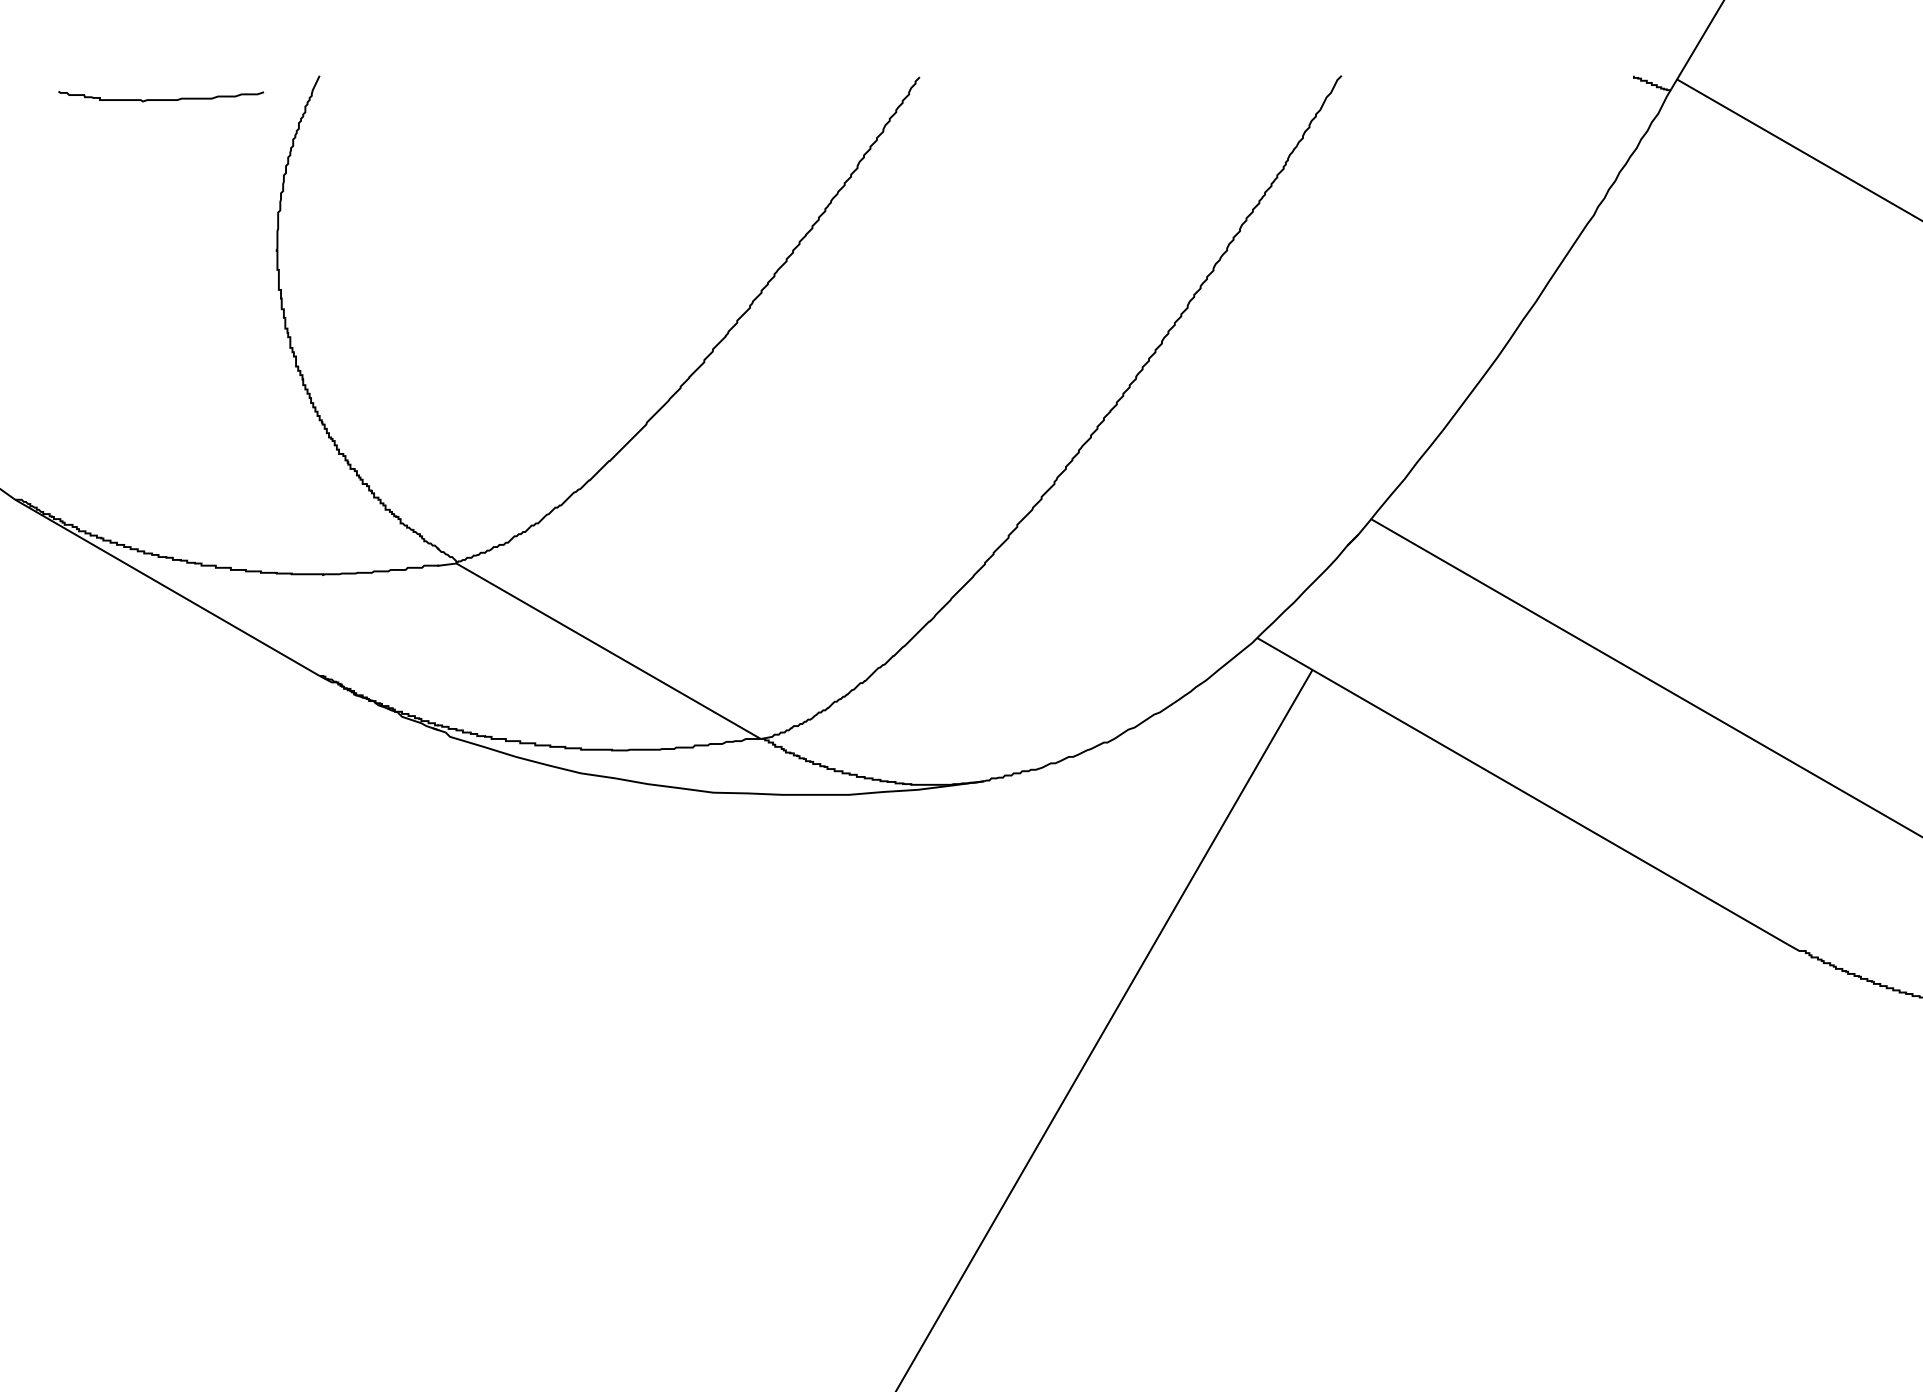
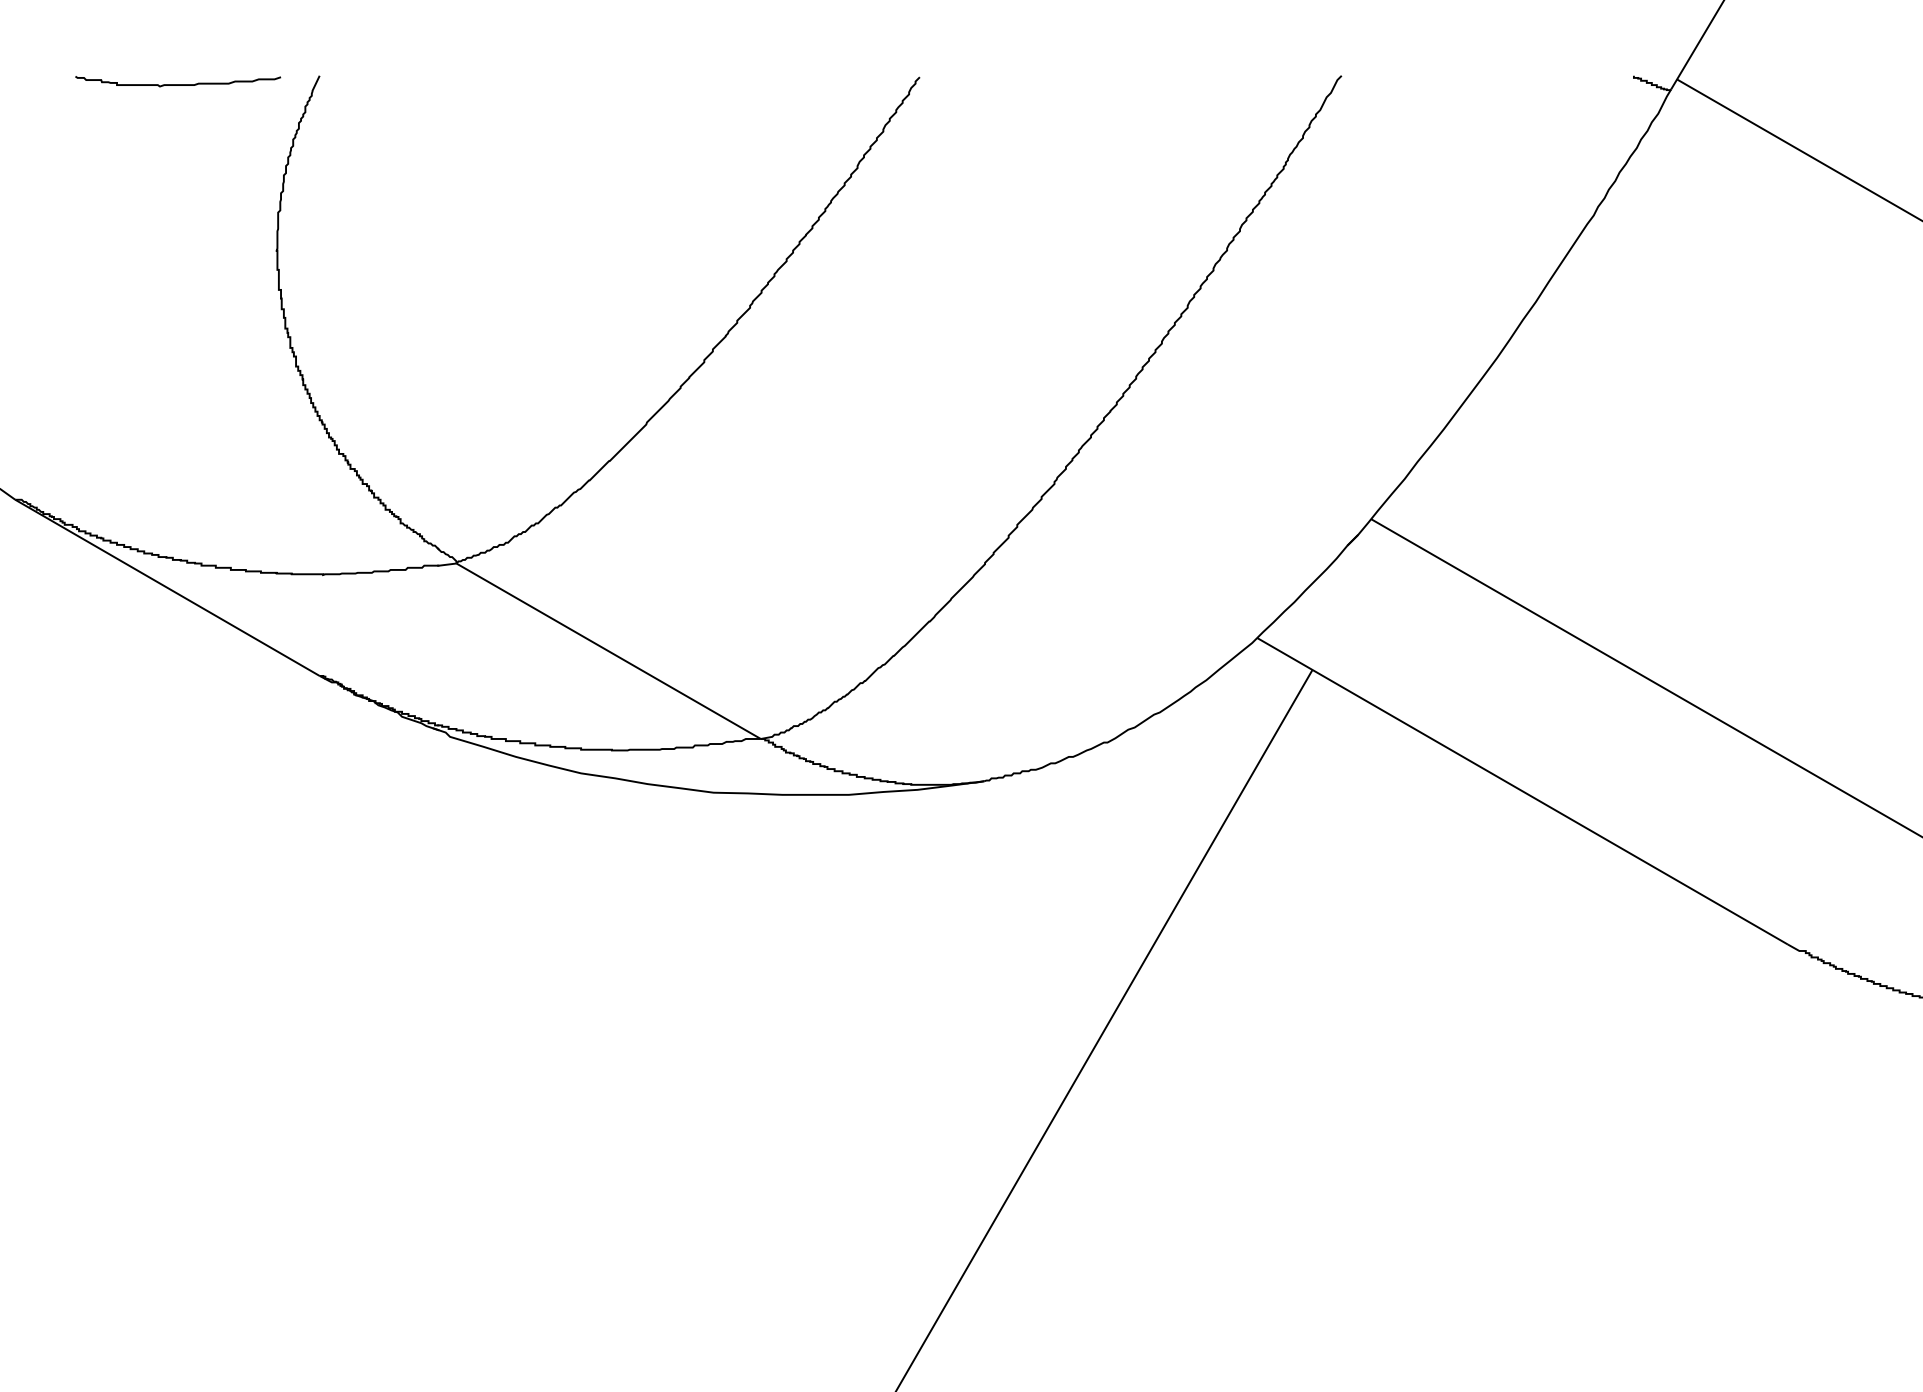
curve at (161, 99) position: (161, 99) -> (178, 84)
